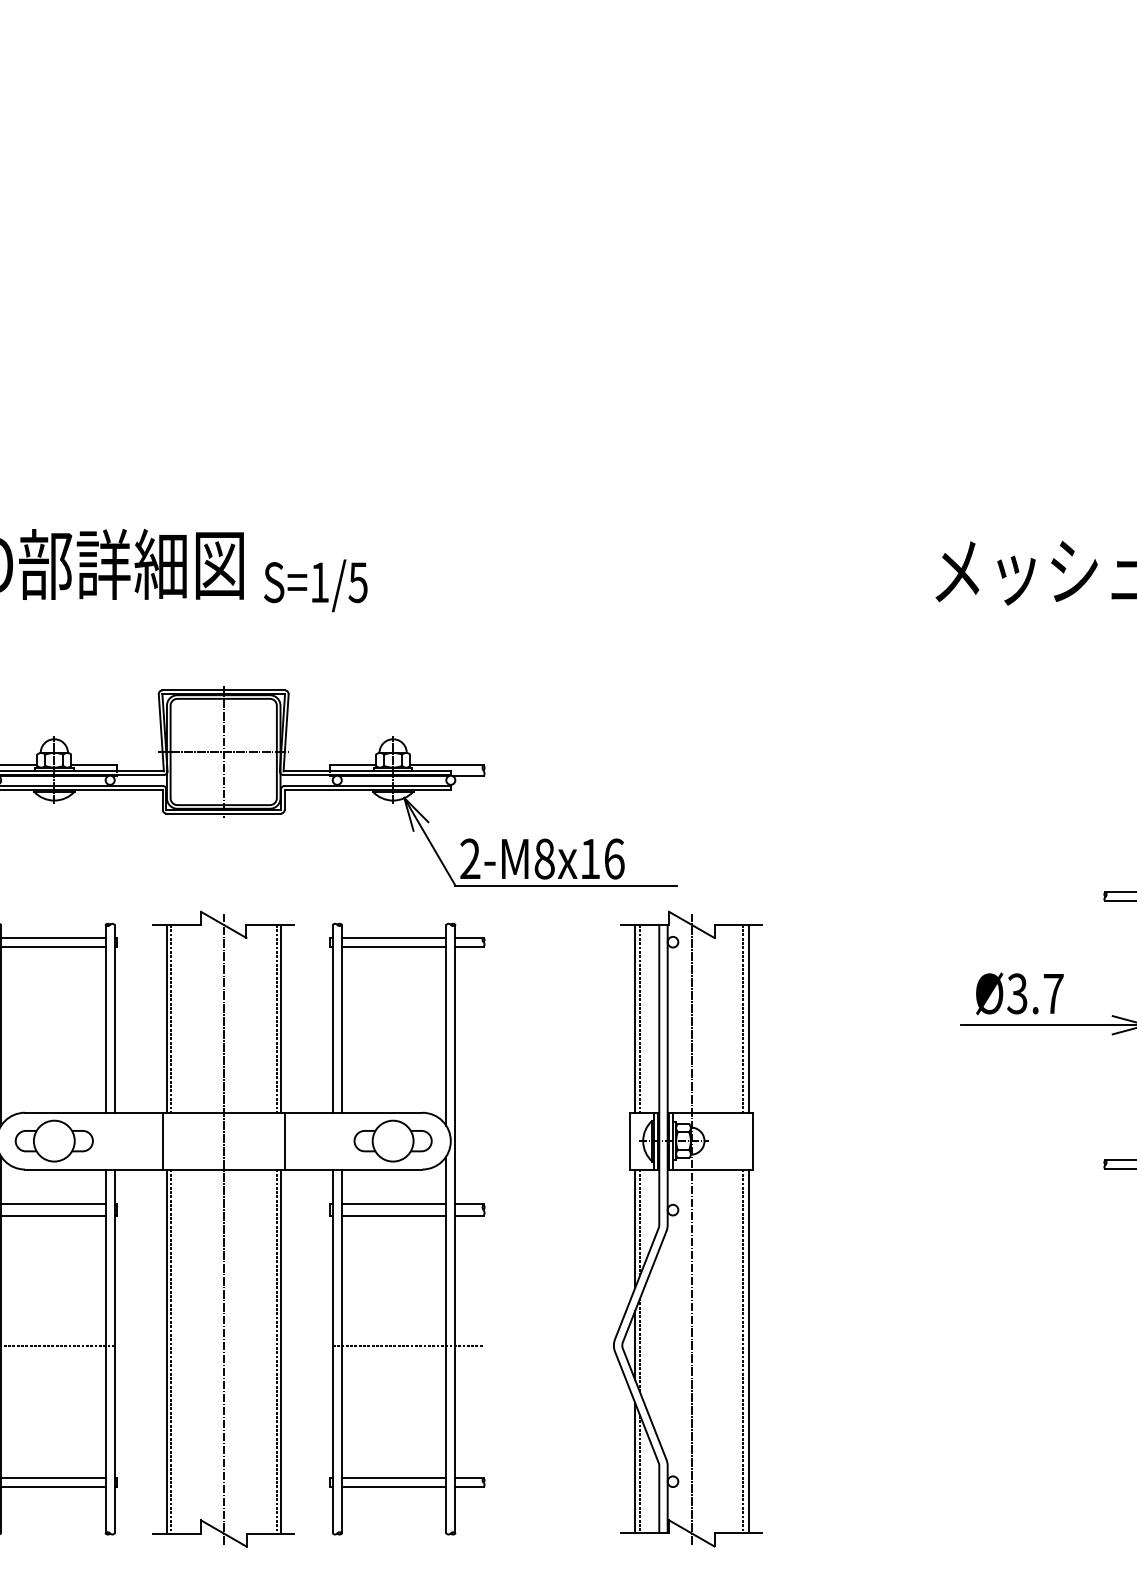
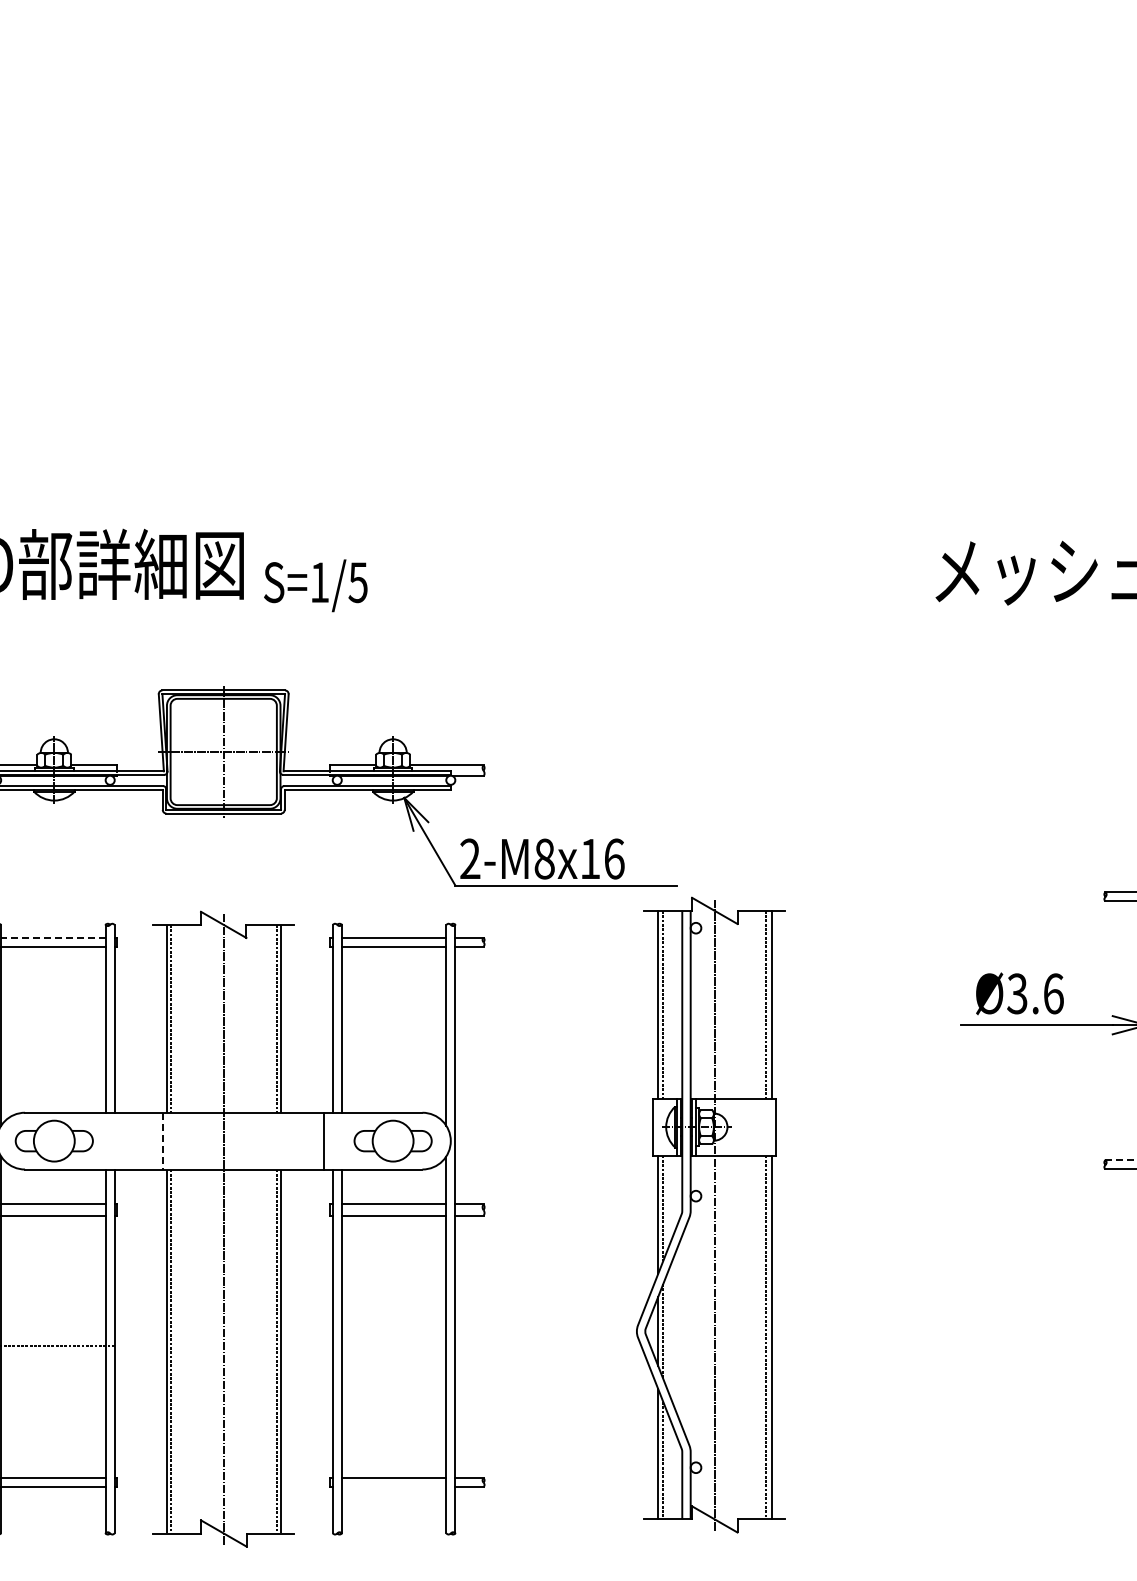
line at (52, 937): solid -> dashed
text at (1053, 993): Ø3.7 -> Ø3.6
line at (284, 1140) position: (284, 1140) -> (323, 1140)
line at (162, 1141): solid -> dashed
line at (1121, 1160): solid -> dashed
part at (687, 1228) position: (687, 1228) -> (710, 1214)
line at (407, 1345): present -> none
line at (393, 1487): present -> none
